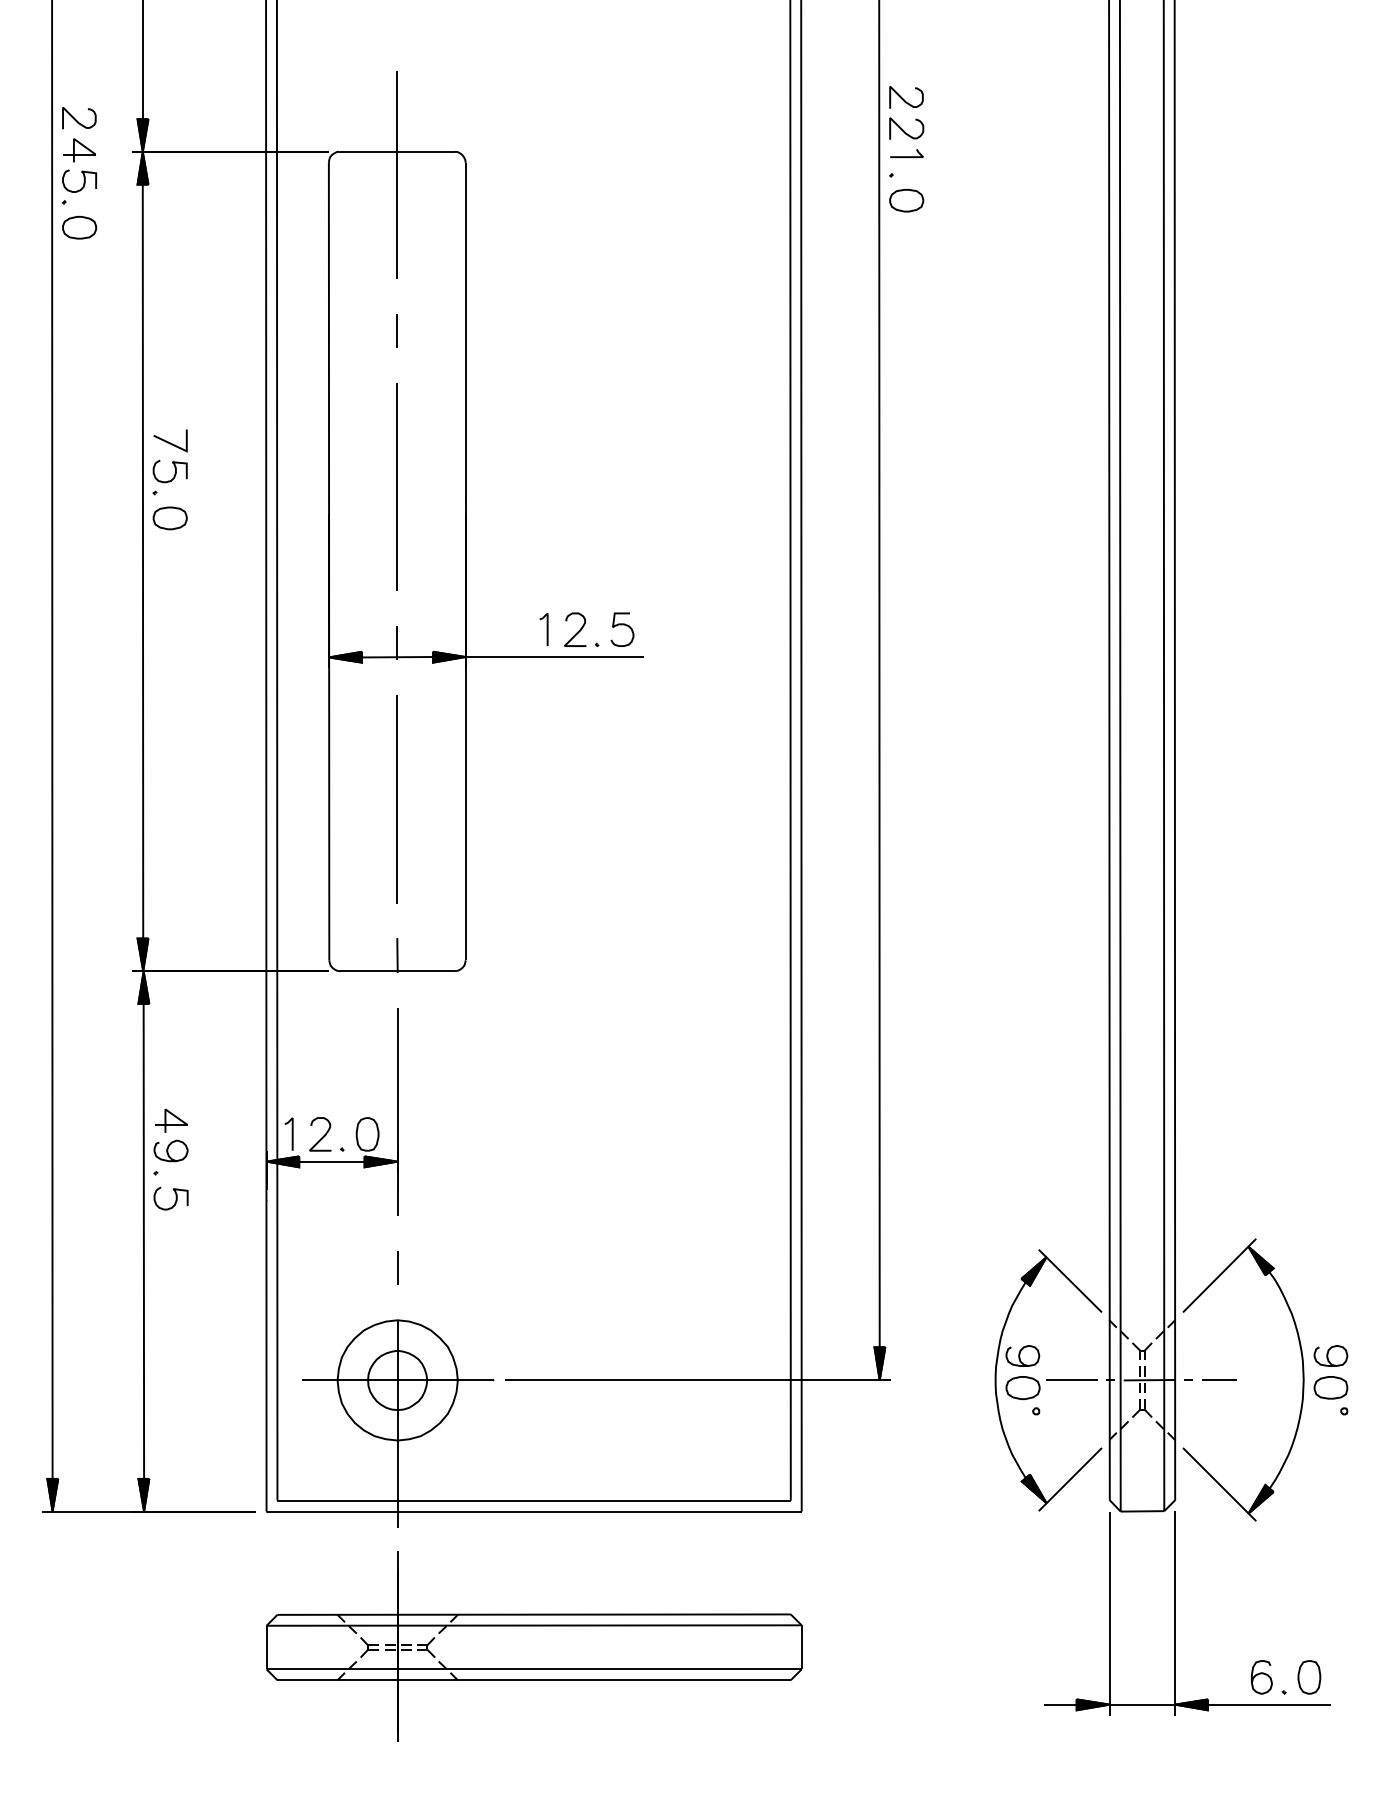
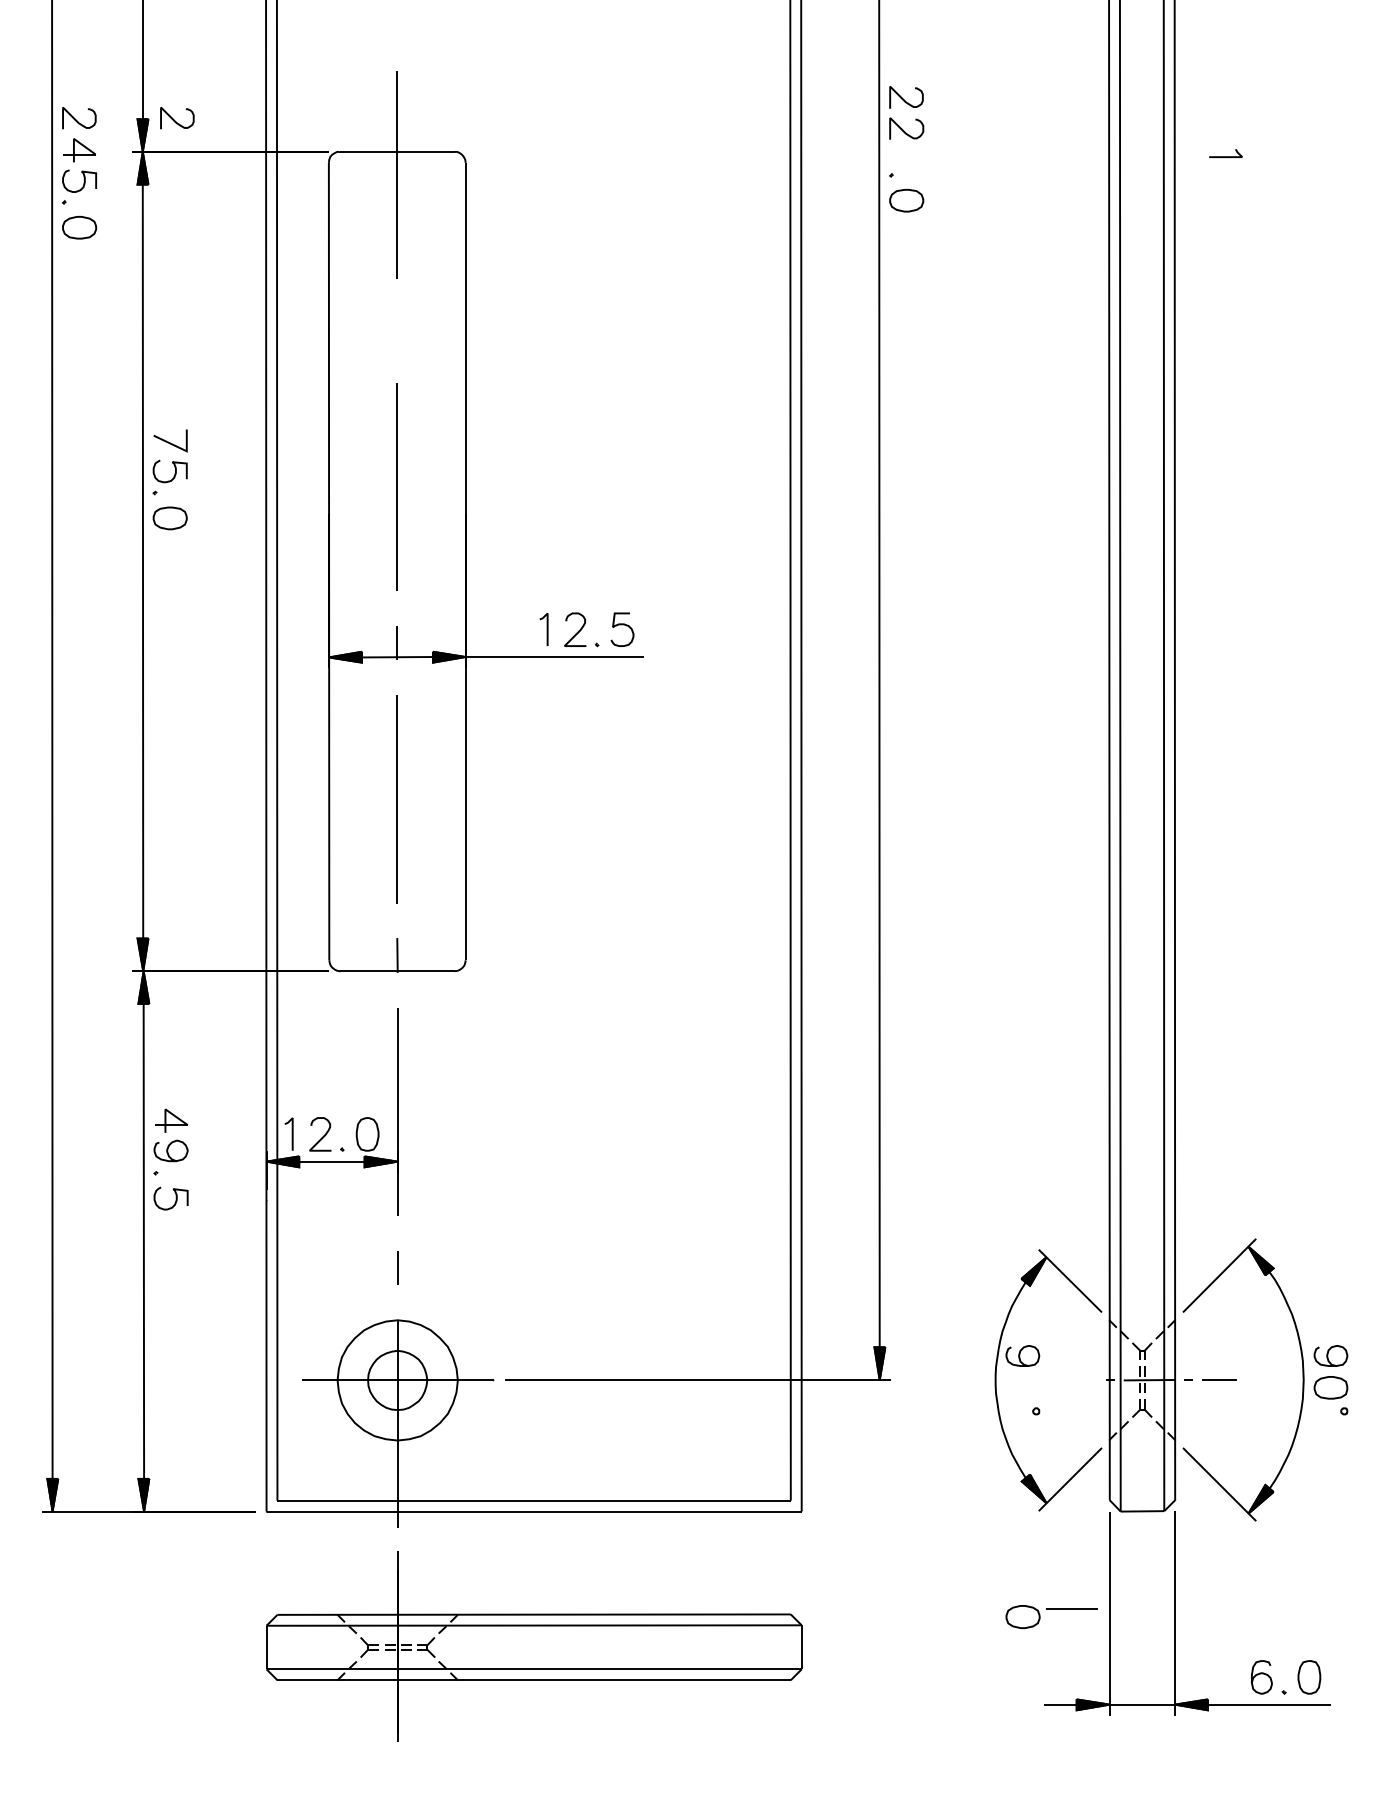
part at (177, 118): none -> present
part at (906, 153) position: (906, 153) -> (1225, 153)
line at (396, 330): present -> none
part at (1051, 1380) position: (1051, 1380) -> (1051, 1609)
